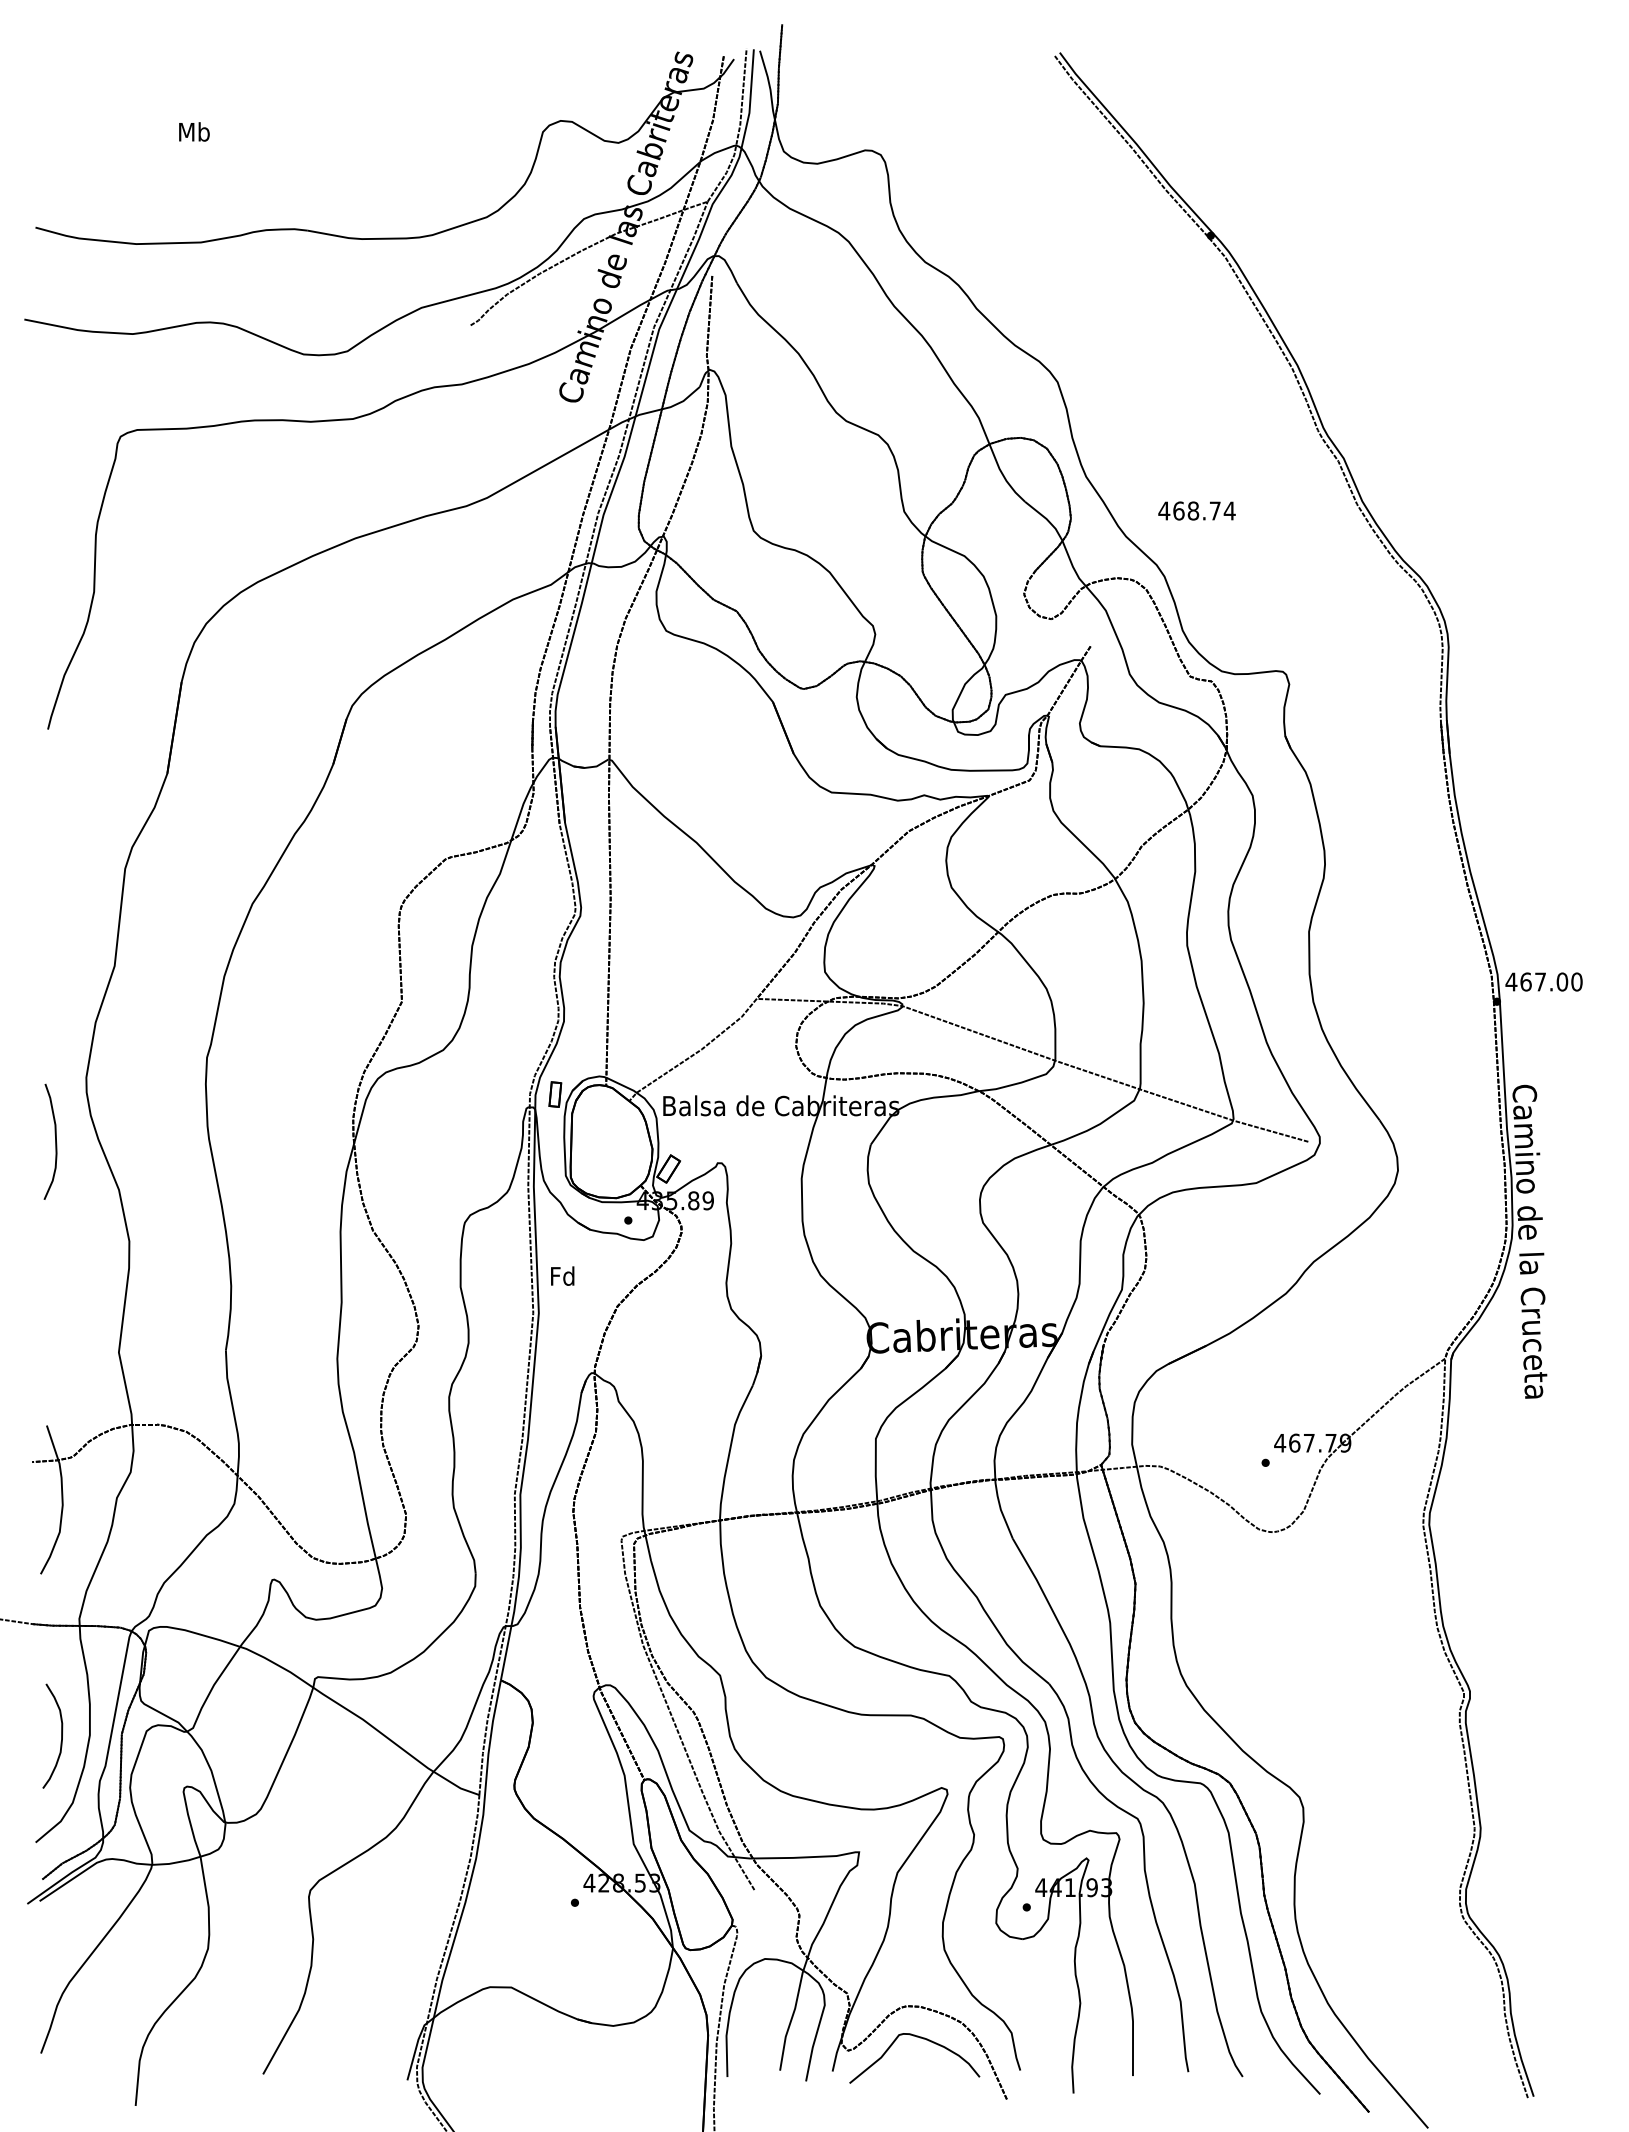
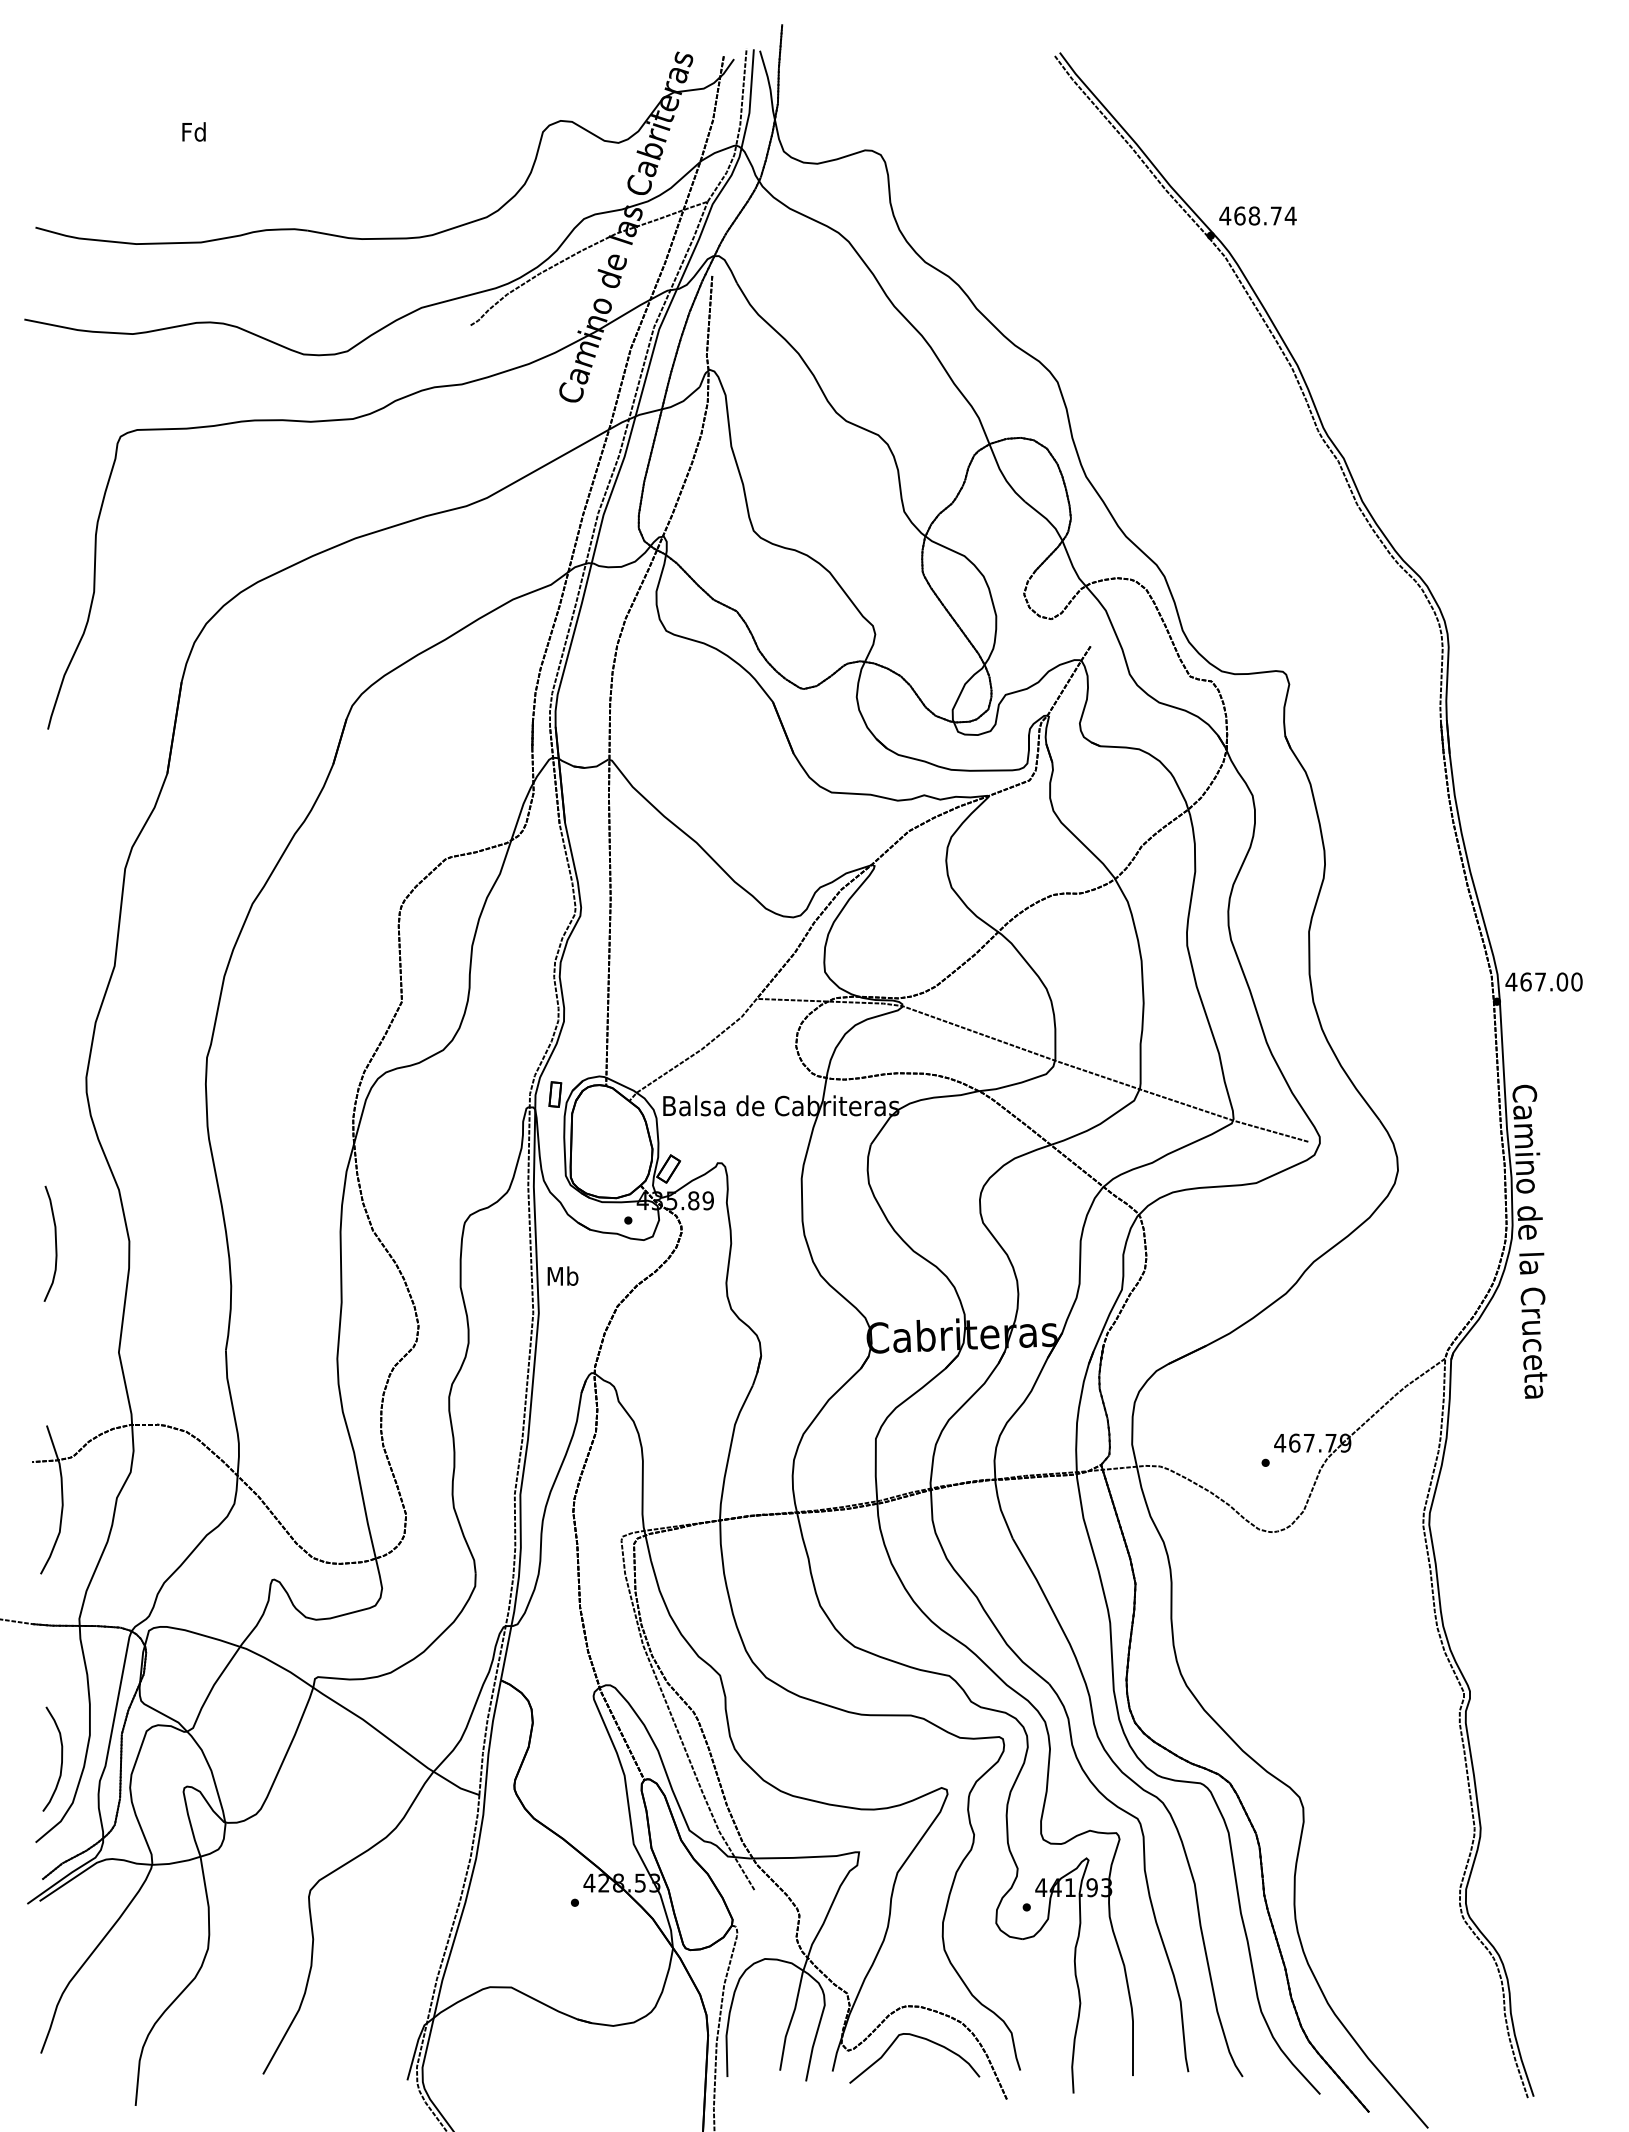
text at (194, 131): Mb -> Fd
text at (1196, 510) position: (1196, 510) -> (1257, 215)
curve at (55, 1141) position: (55, 1141) -> (55, 1243)
text at (562, 1275): Fd -> Mb
curve at (61, 1735) position: (61, 1735) -> (61, 1758)
